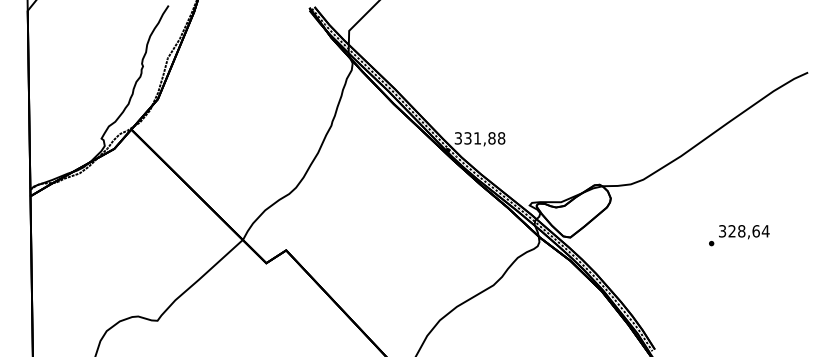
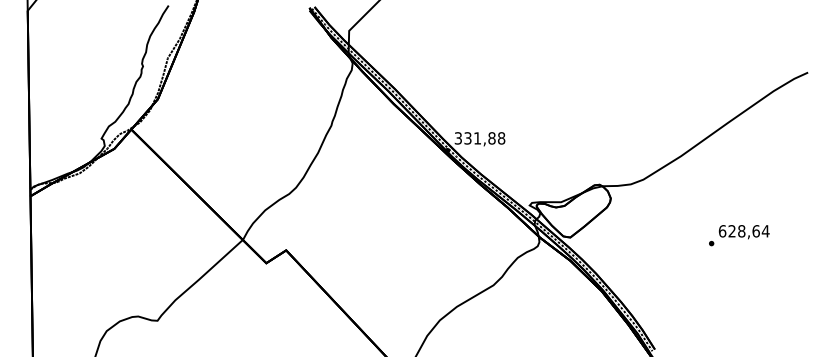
text at (722, 231): 328,64 -> 628,64
